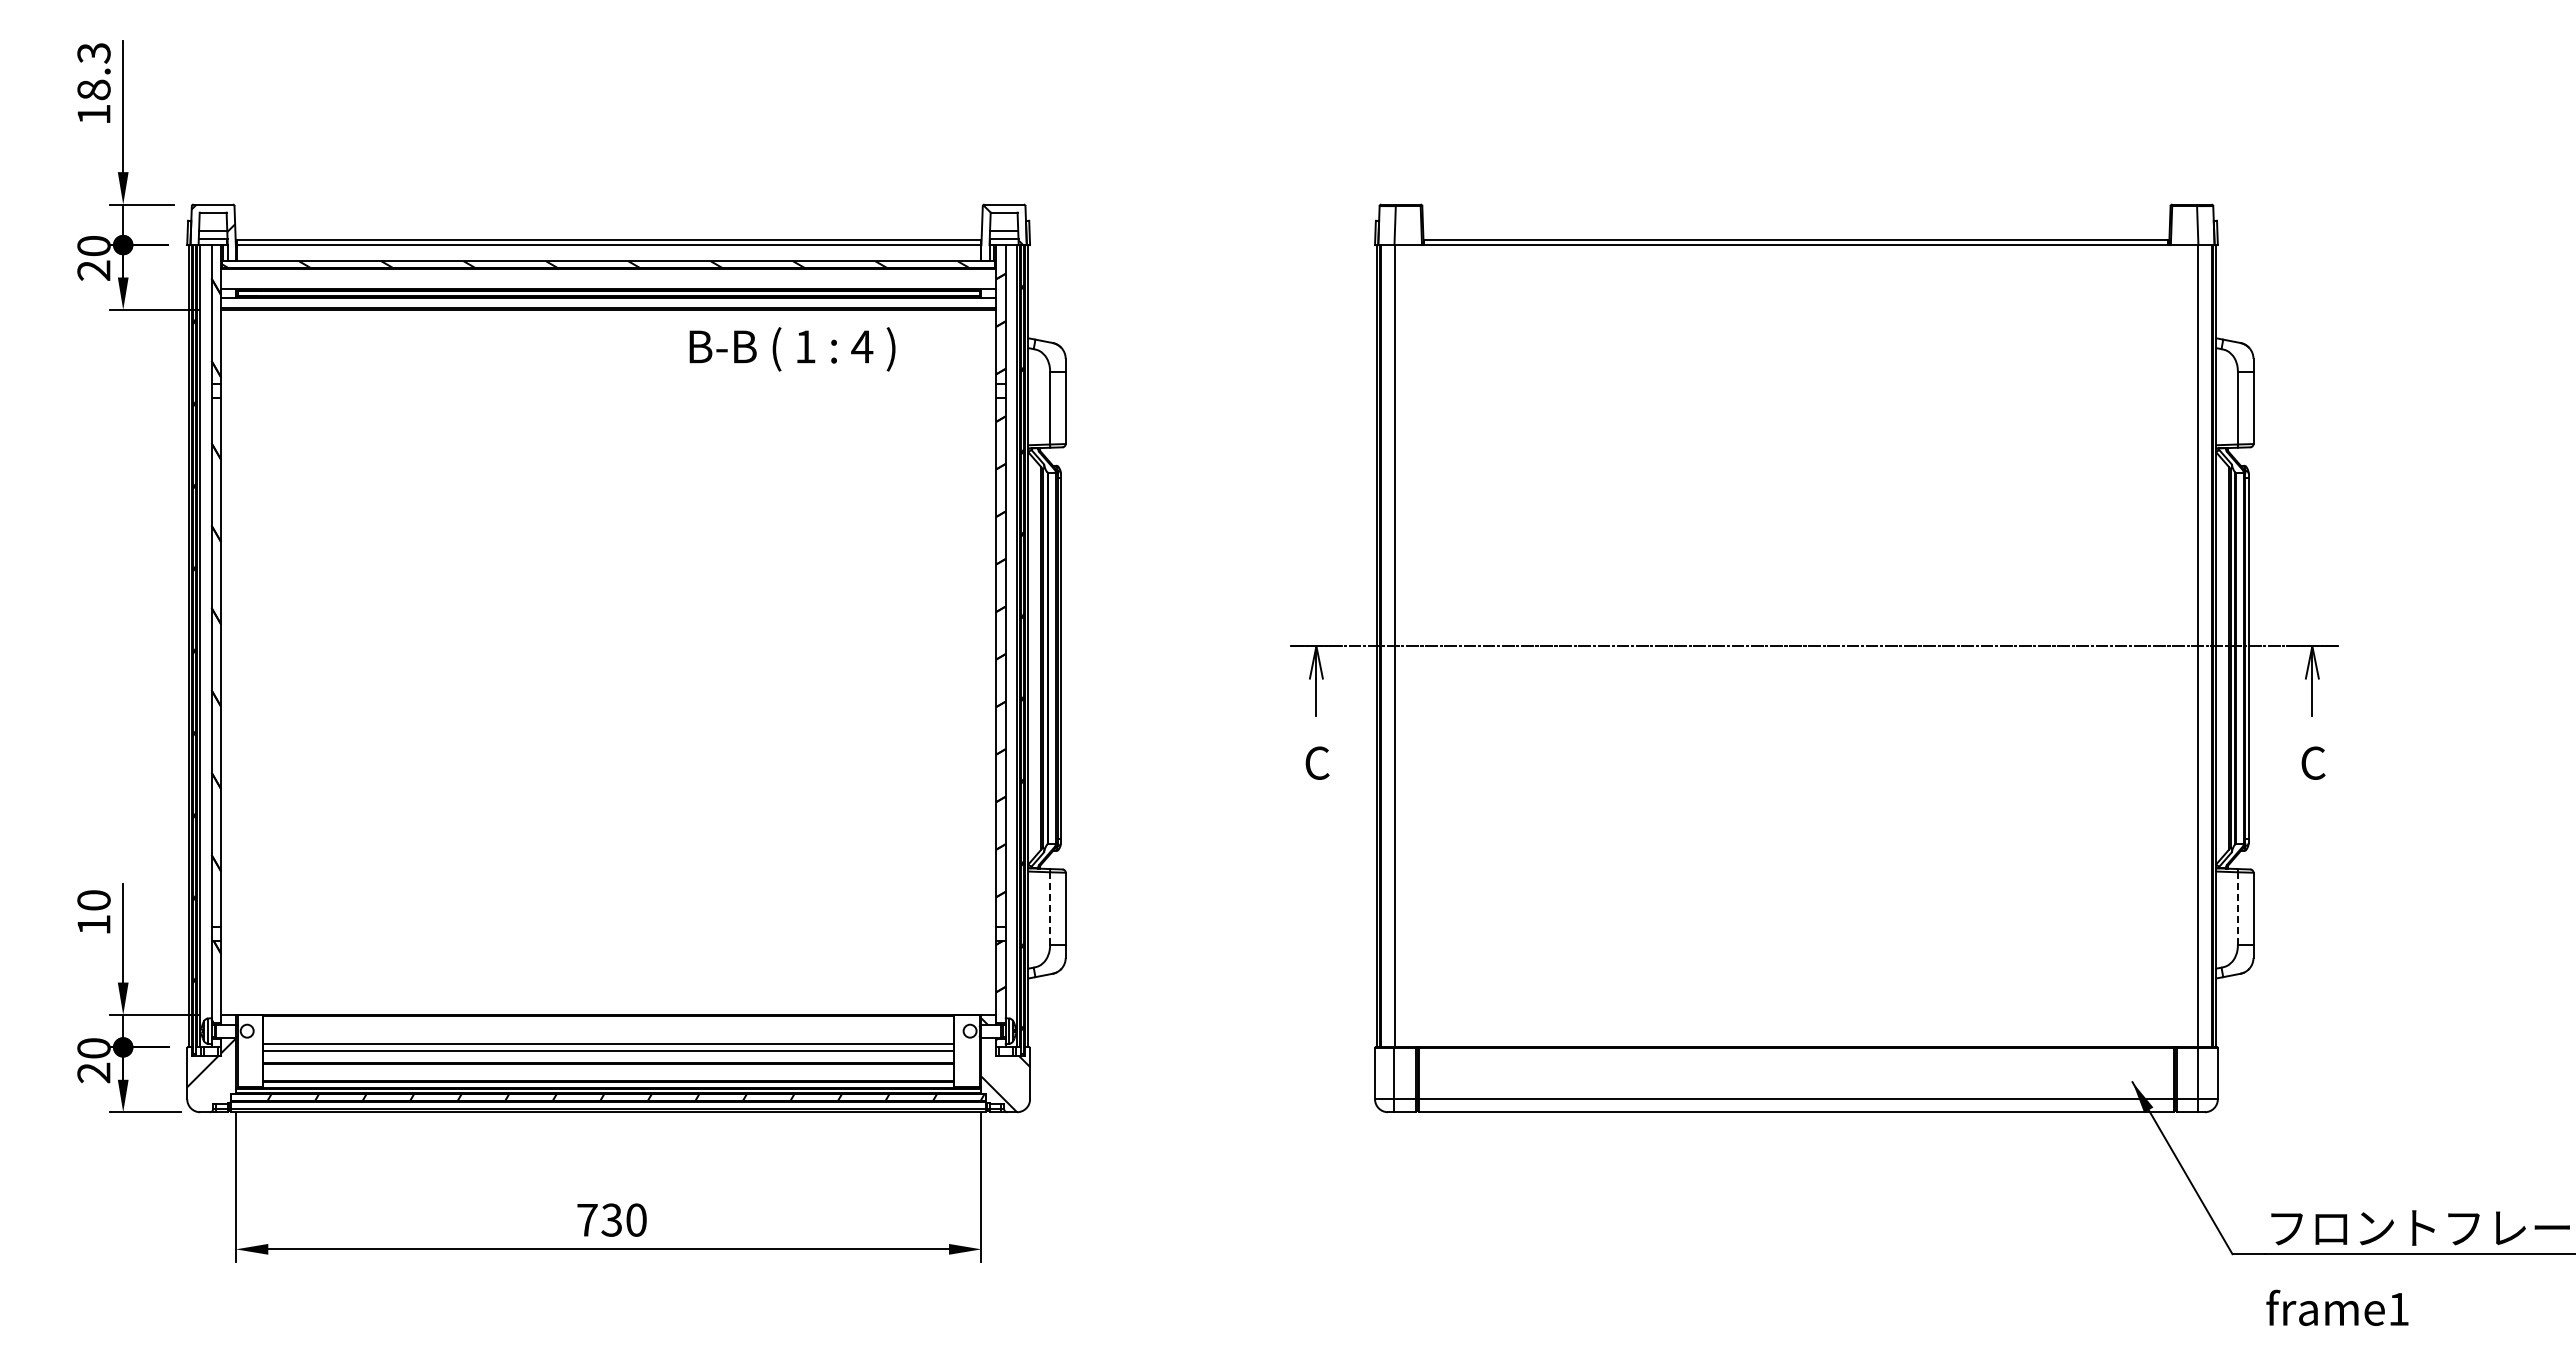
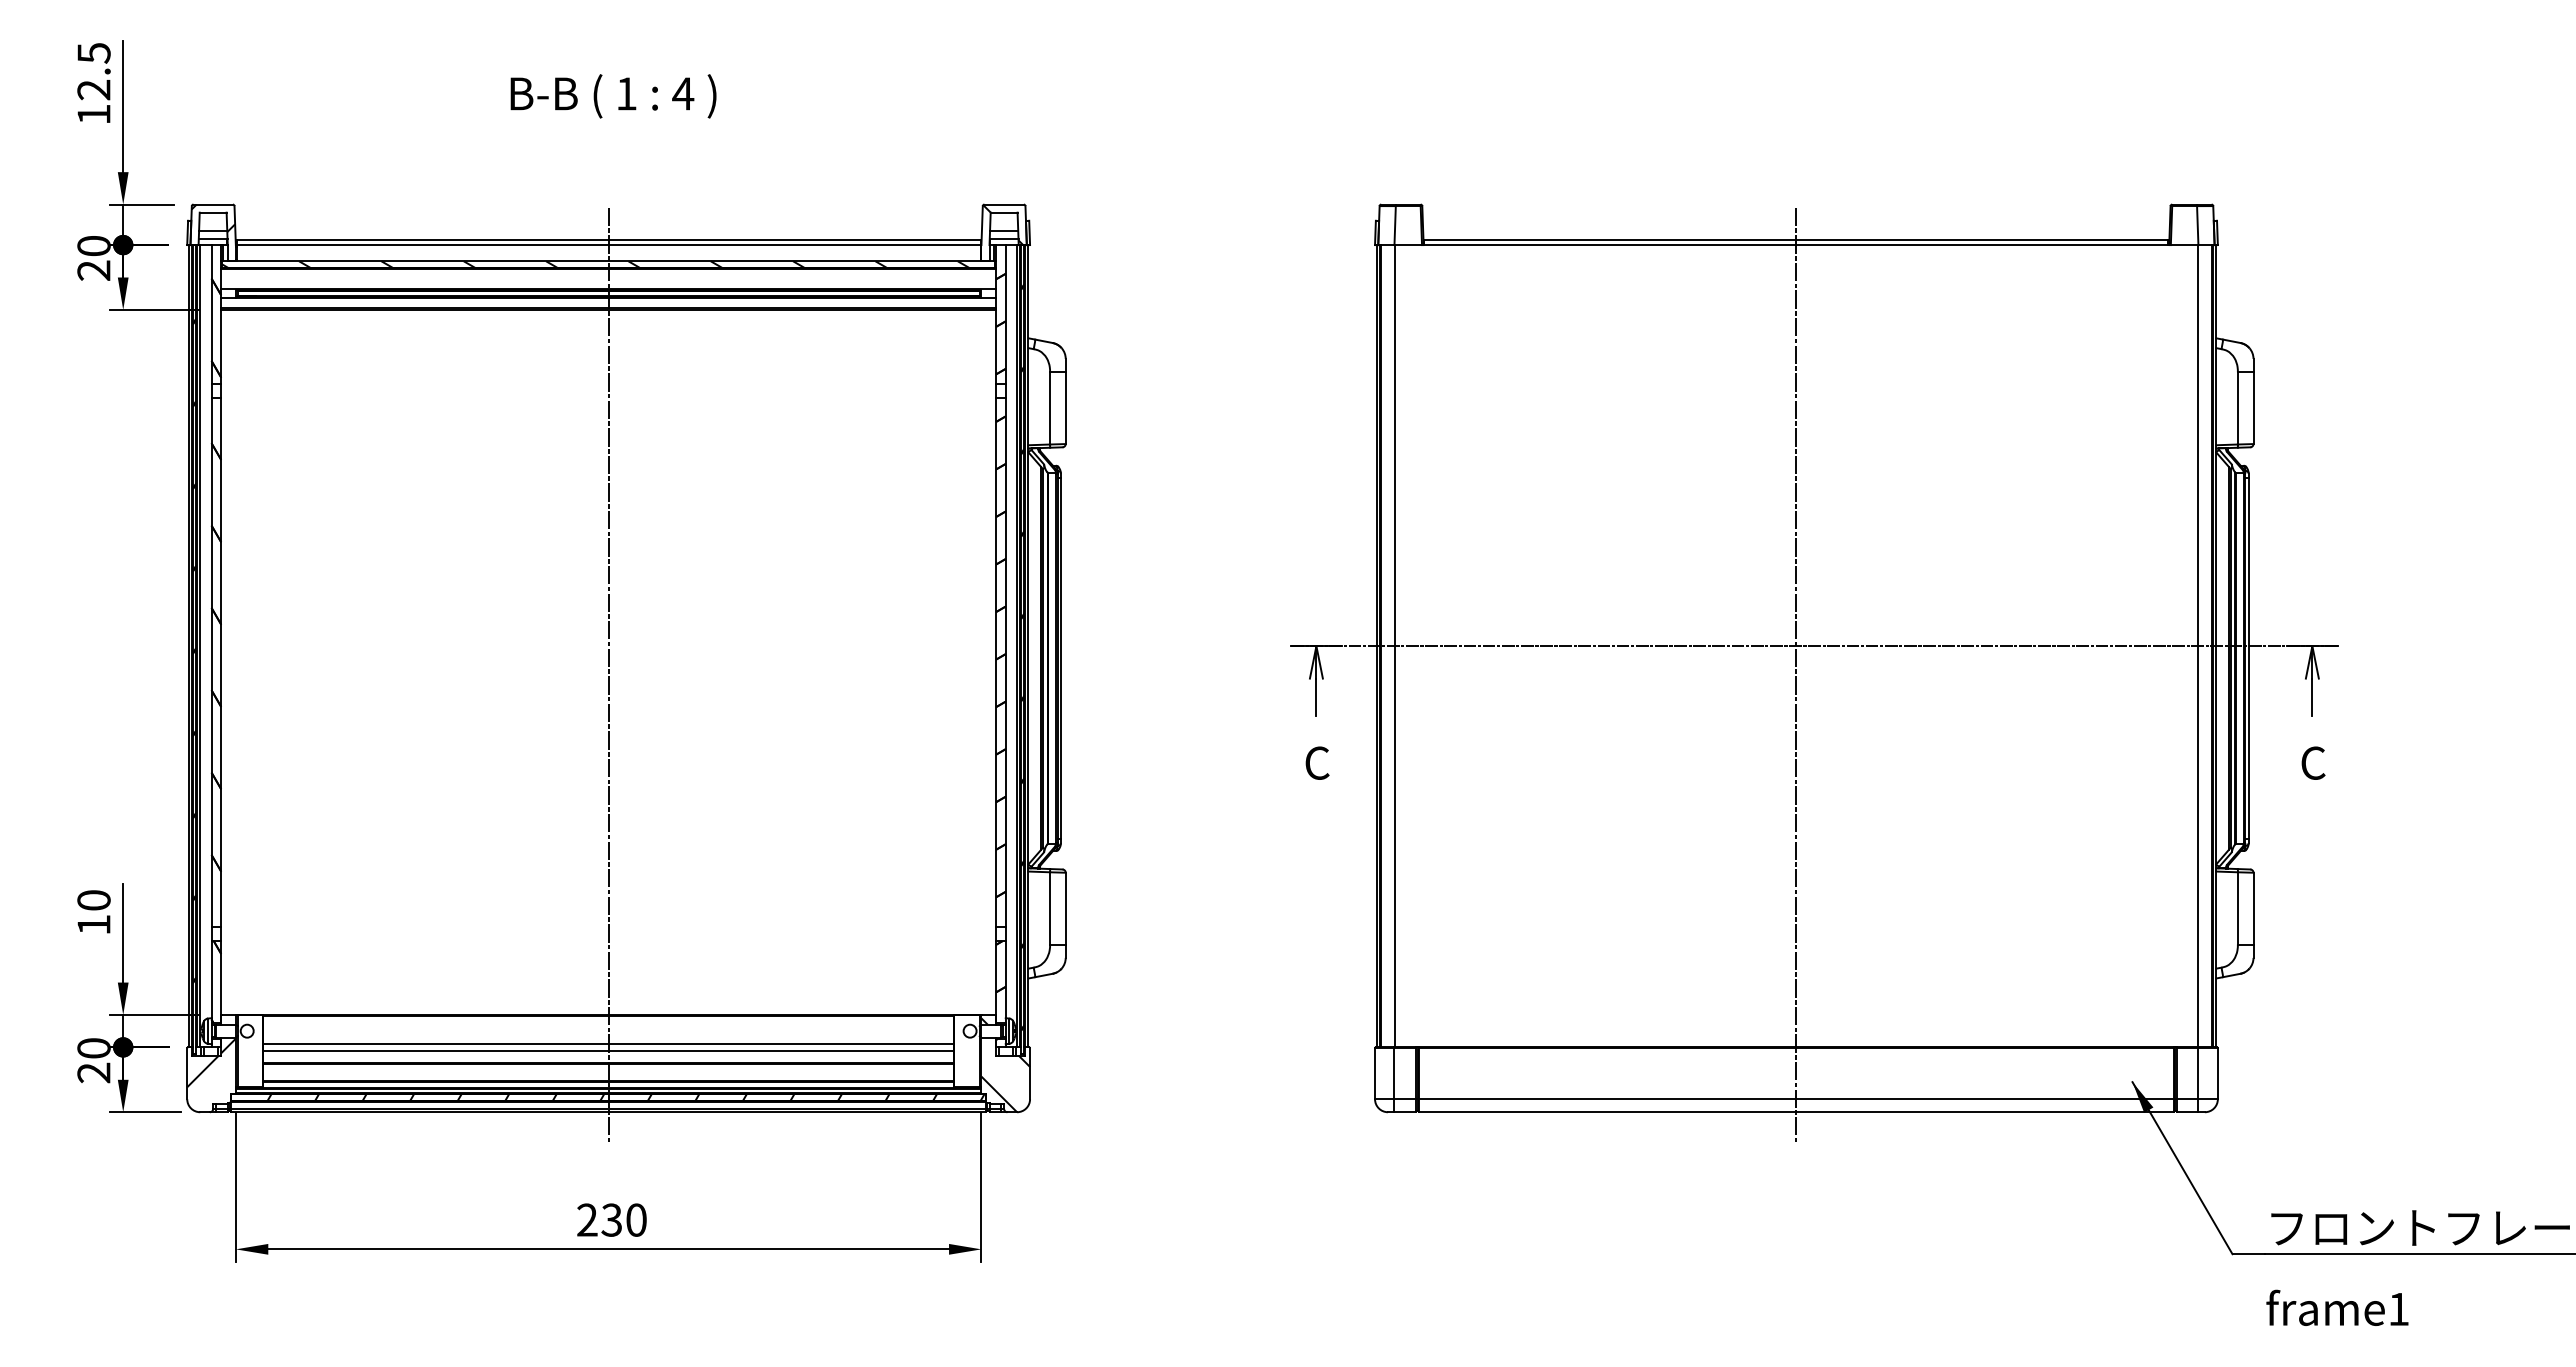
text at (93, 71): 18.3 -> 12.5
text at (792, 349) position: (792, 349) -> (613, 96)
line at (608, 675): none -> present
line at (1796, 675): none -> present
line at (1050, 908): dashed -> solid
line at (2237, 908): dashed -> solid
text at (587, 1219): 730 -> 230
